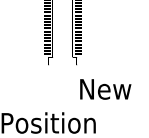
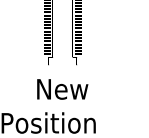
text at (105, 89) position: (105, 89) -> (62, 89)
